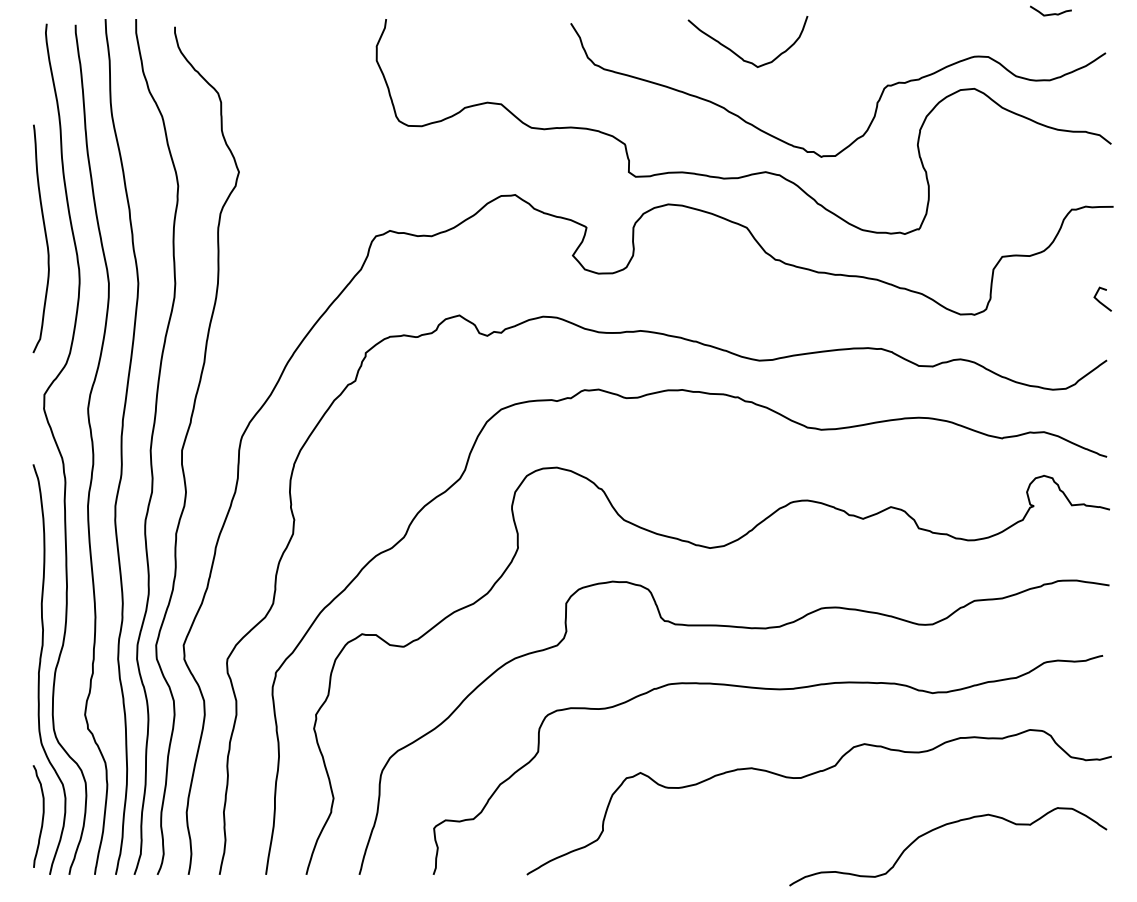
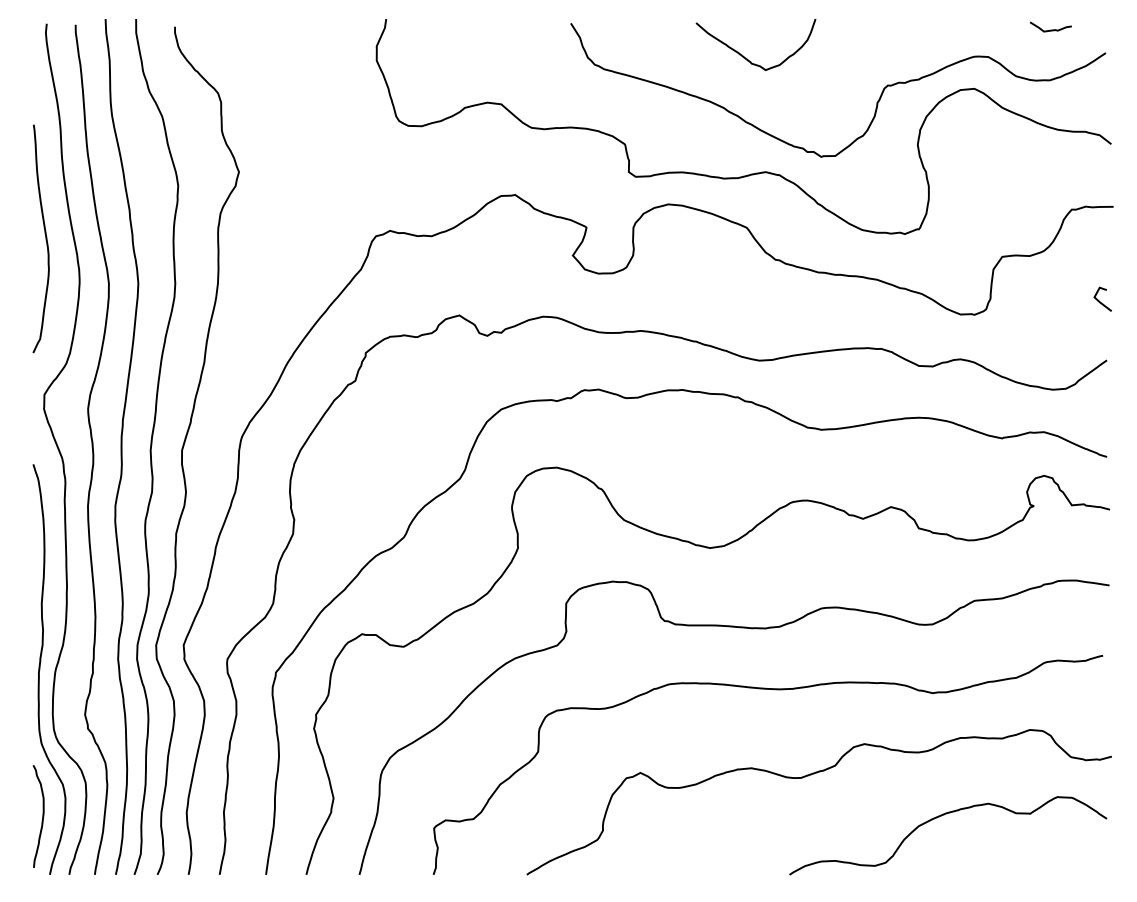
curve at (1050, 13) position: (1050, 13) -> (1050, 29)
curve at (739, 55) position: (739, 55) -> (747, 58)
curve at (939, 828) position: (939, 828) -> (939, 817)
